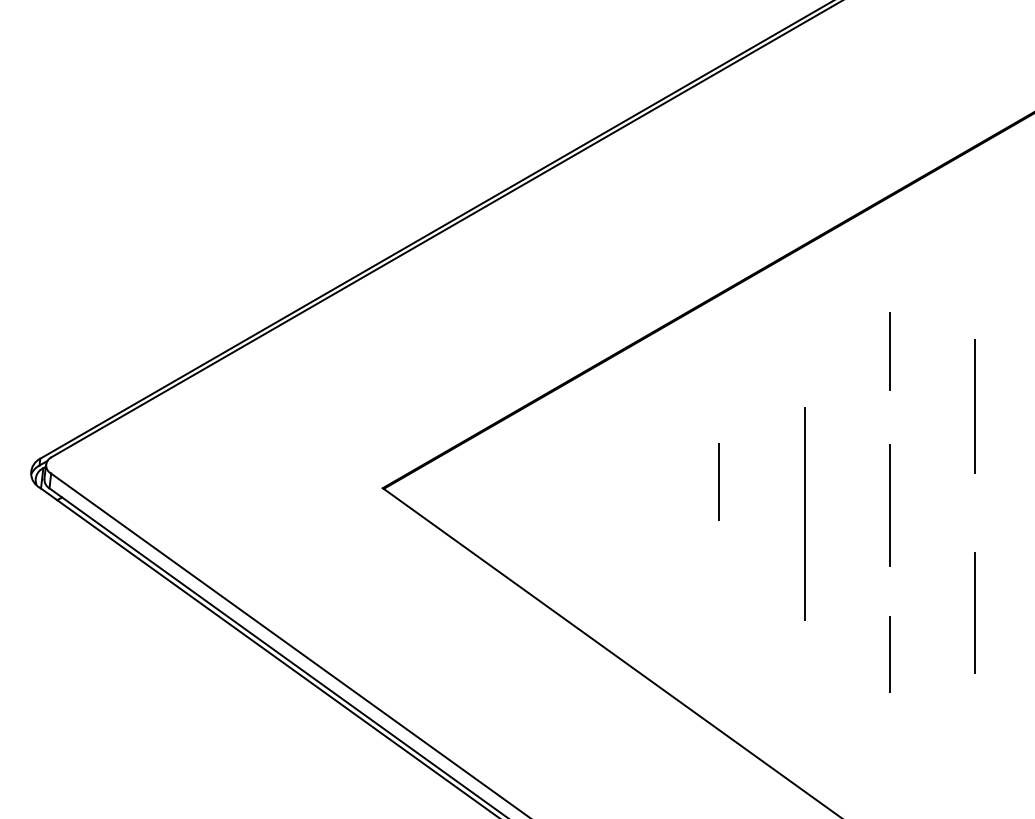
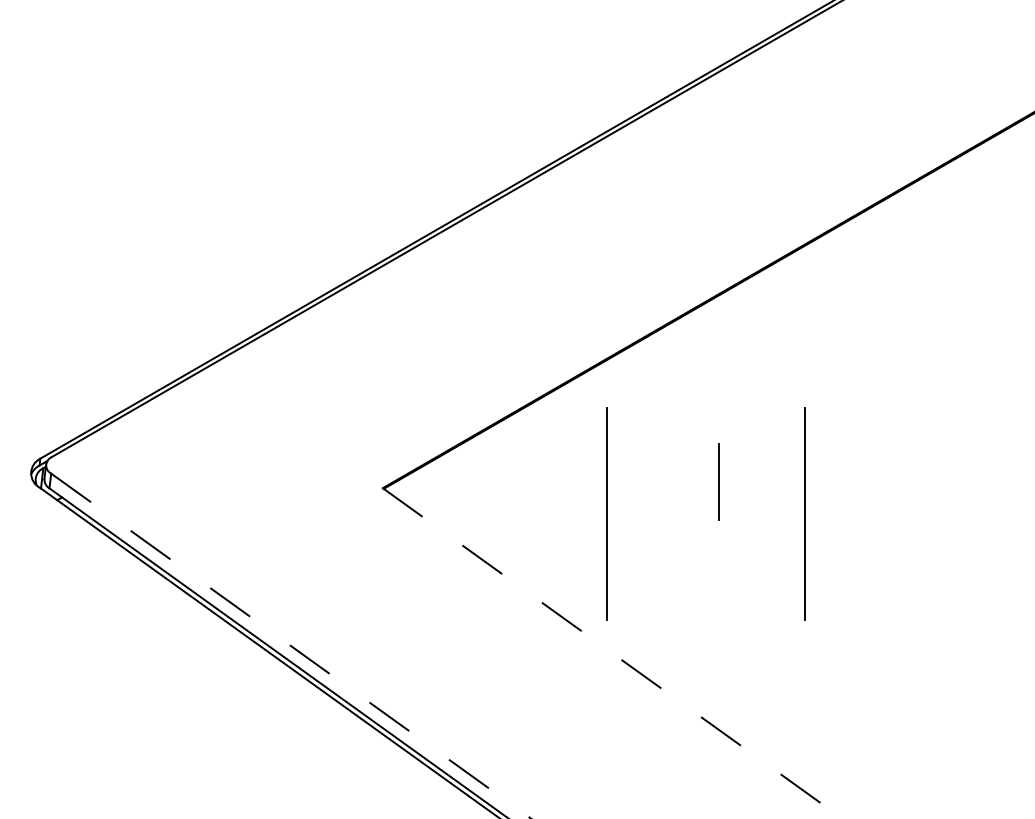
line at (889, 350): present -> none
line at (975, 406): present -> none
line at (889, 505): present -> none
line at (606, 513): none -> present
line at (975, 613): present -> none
line at (291, 646): solid -> dashed
line at (612, 653): solid -> dashed
line at (889, 654): present -> none
